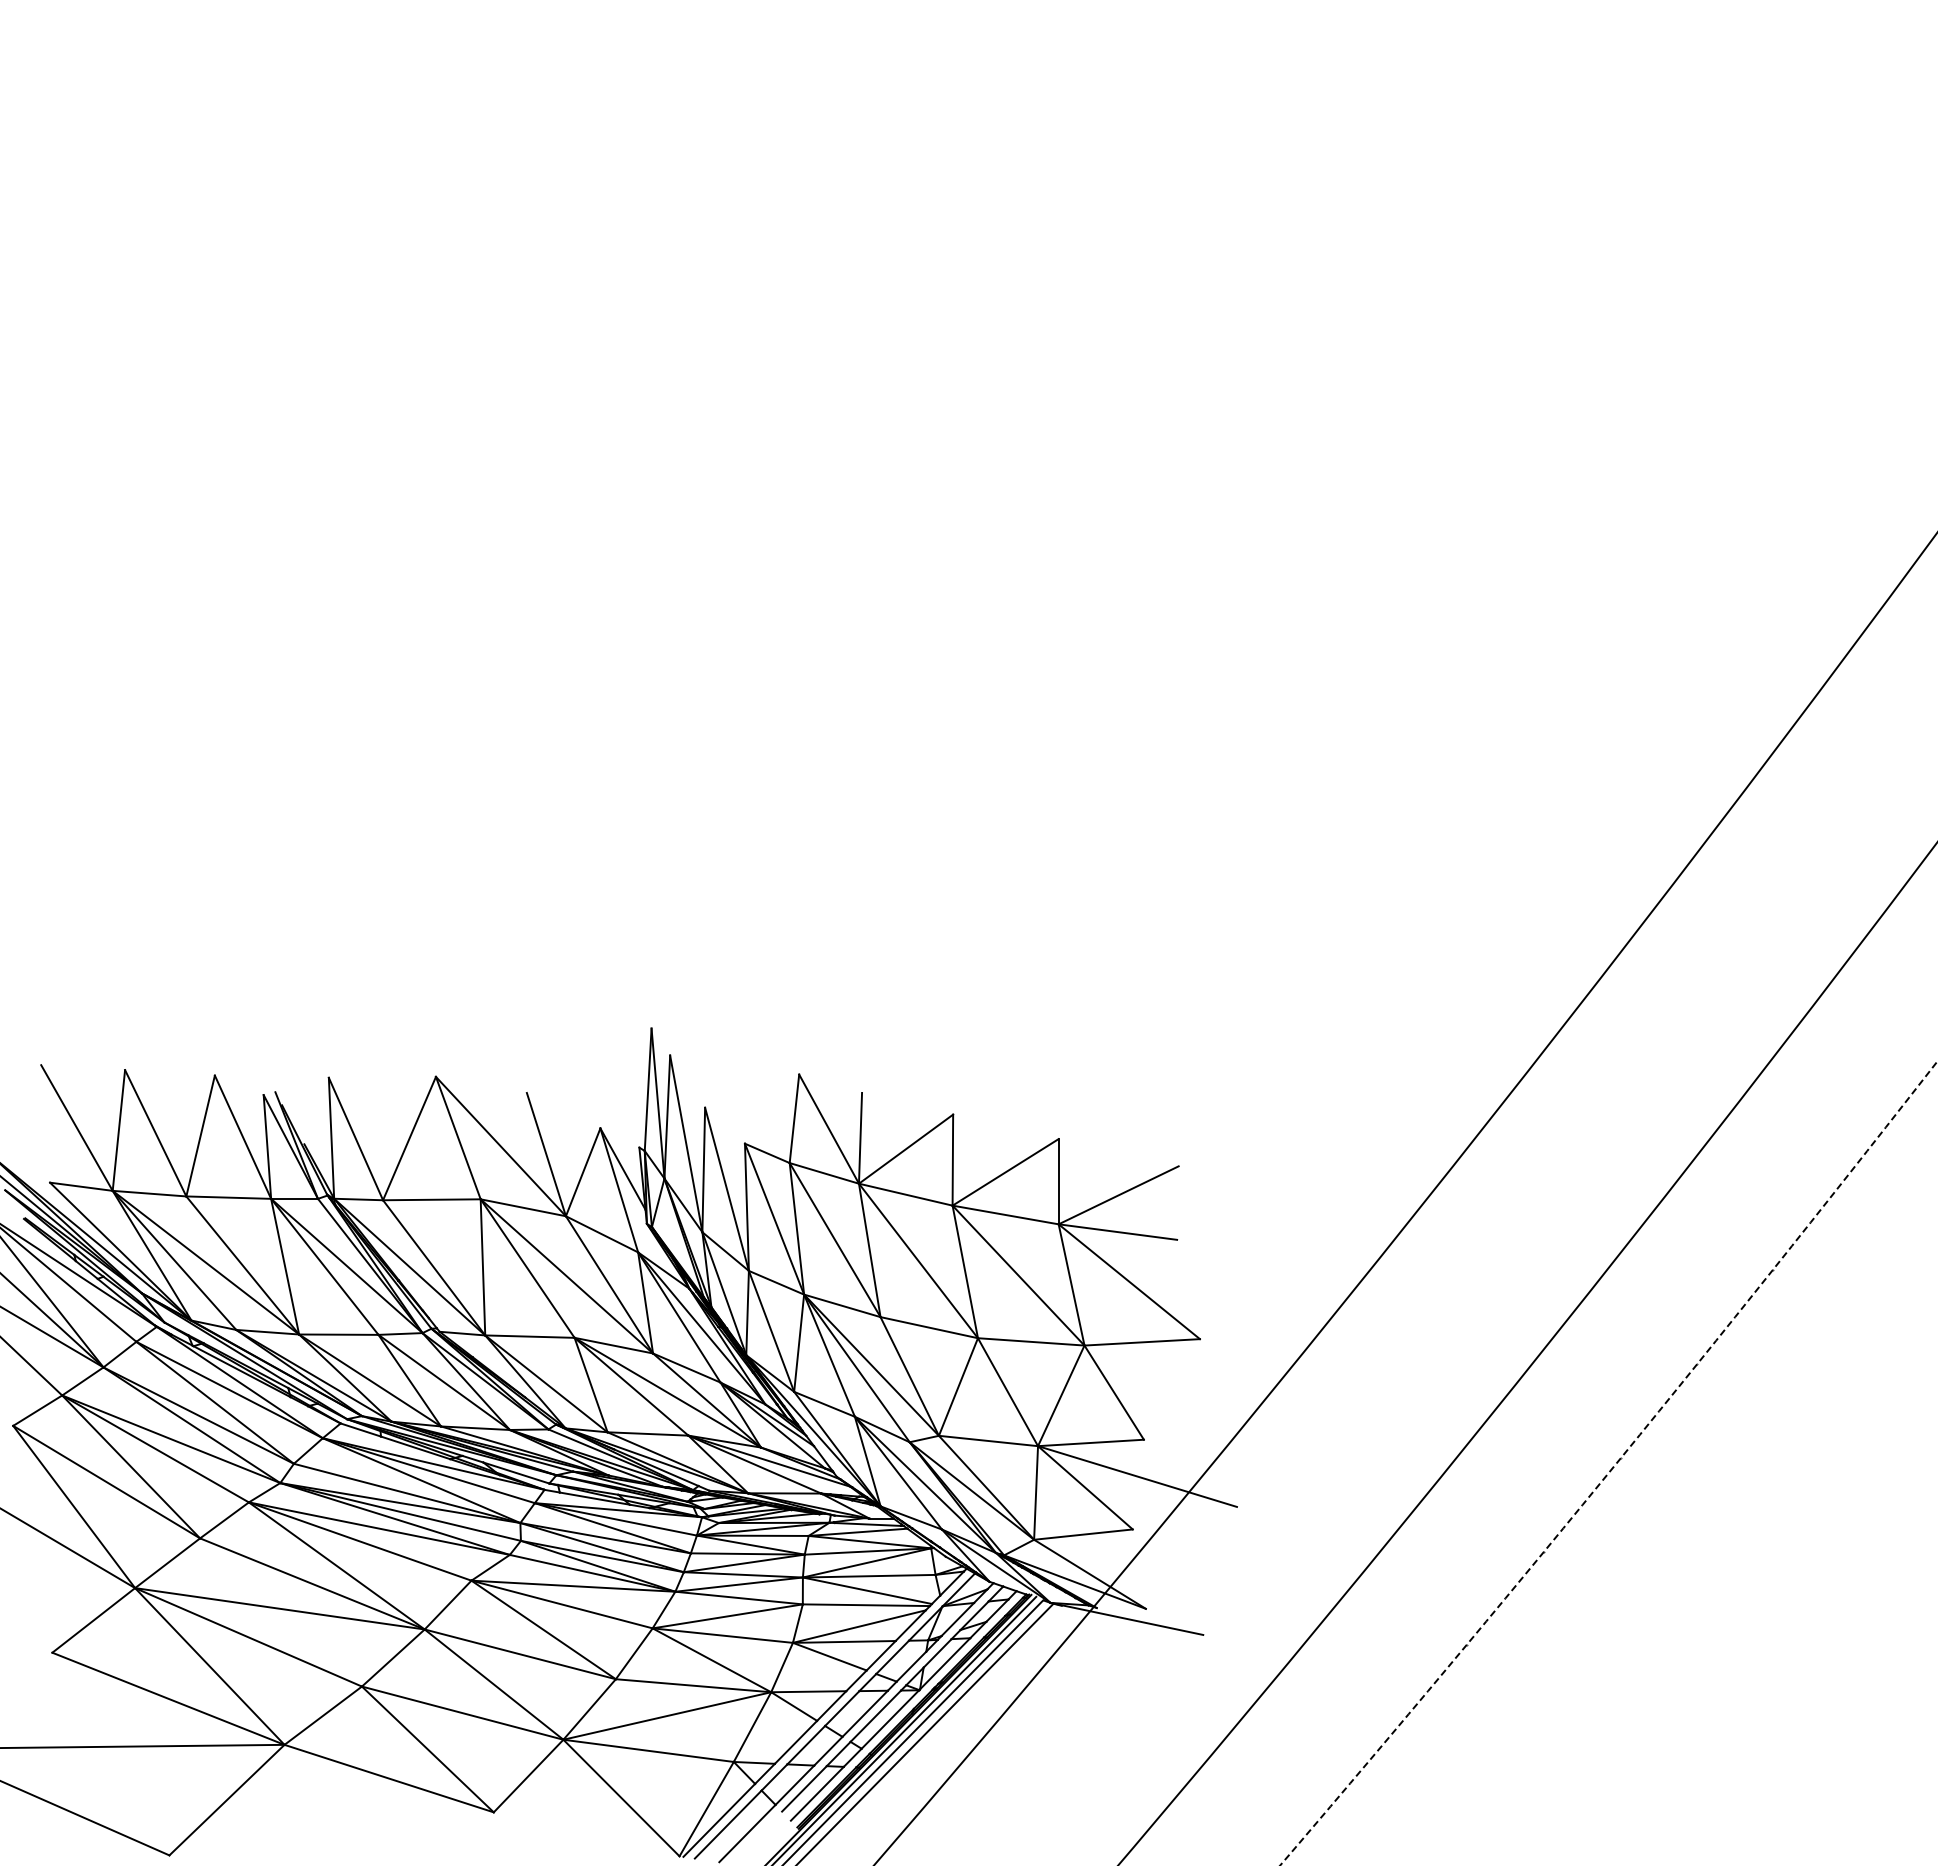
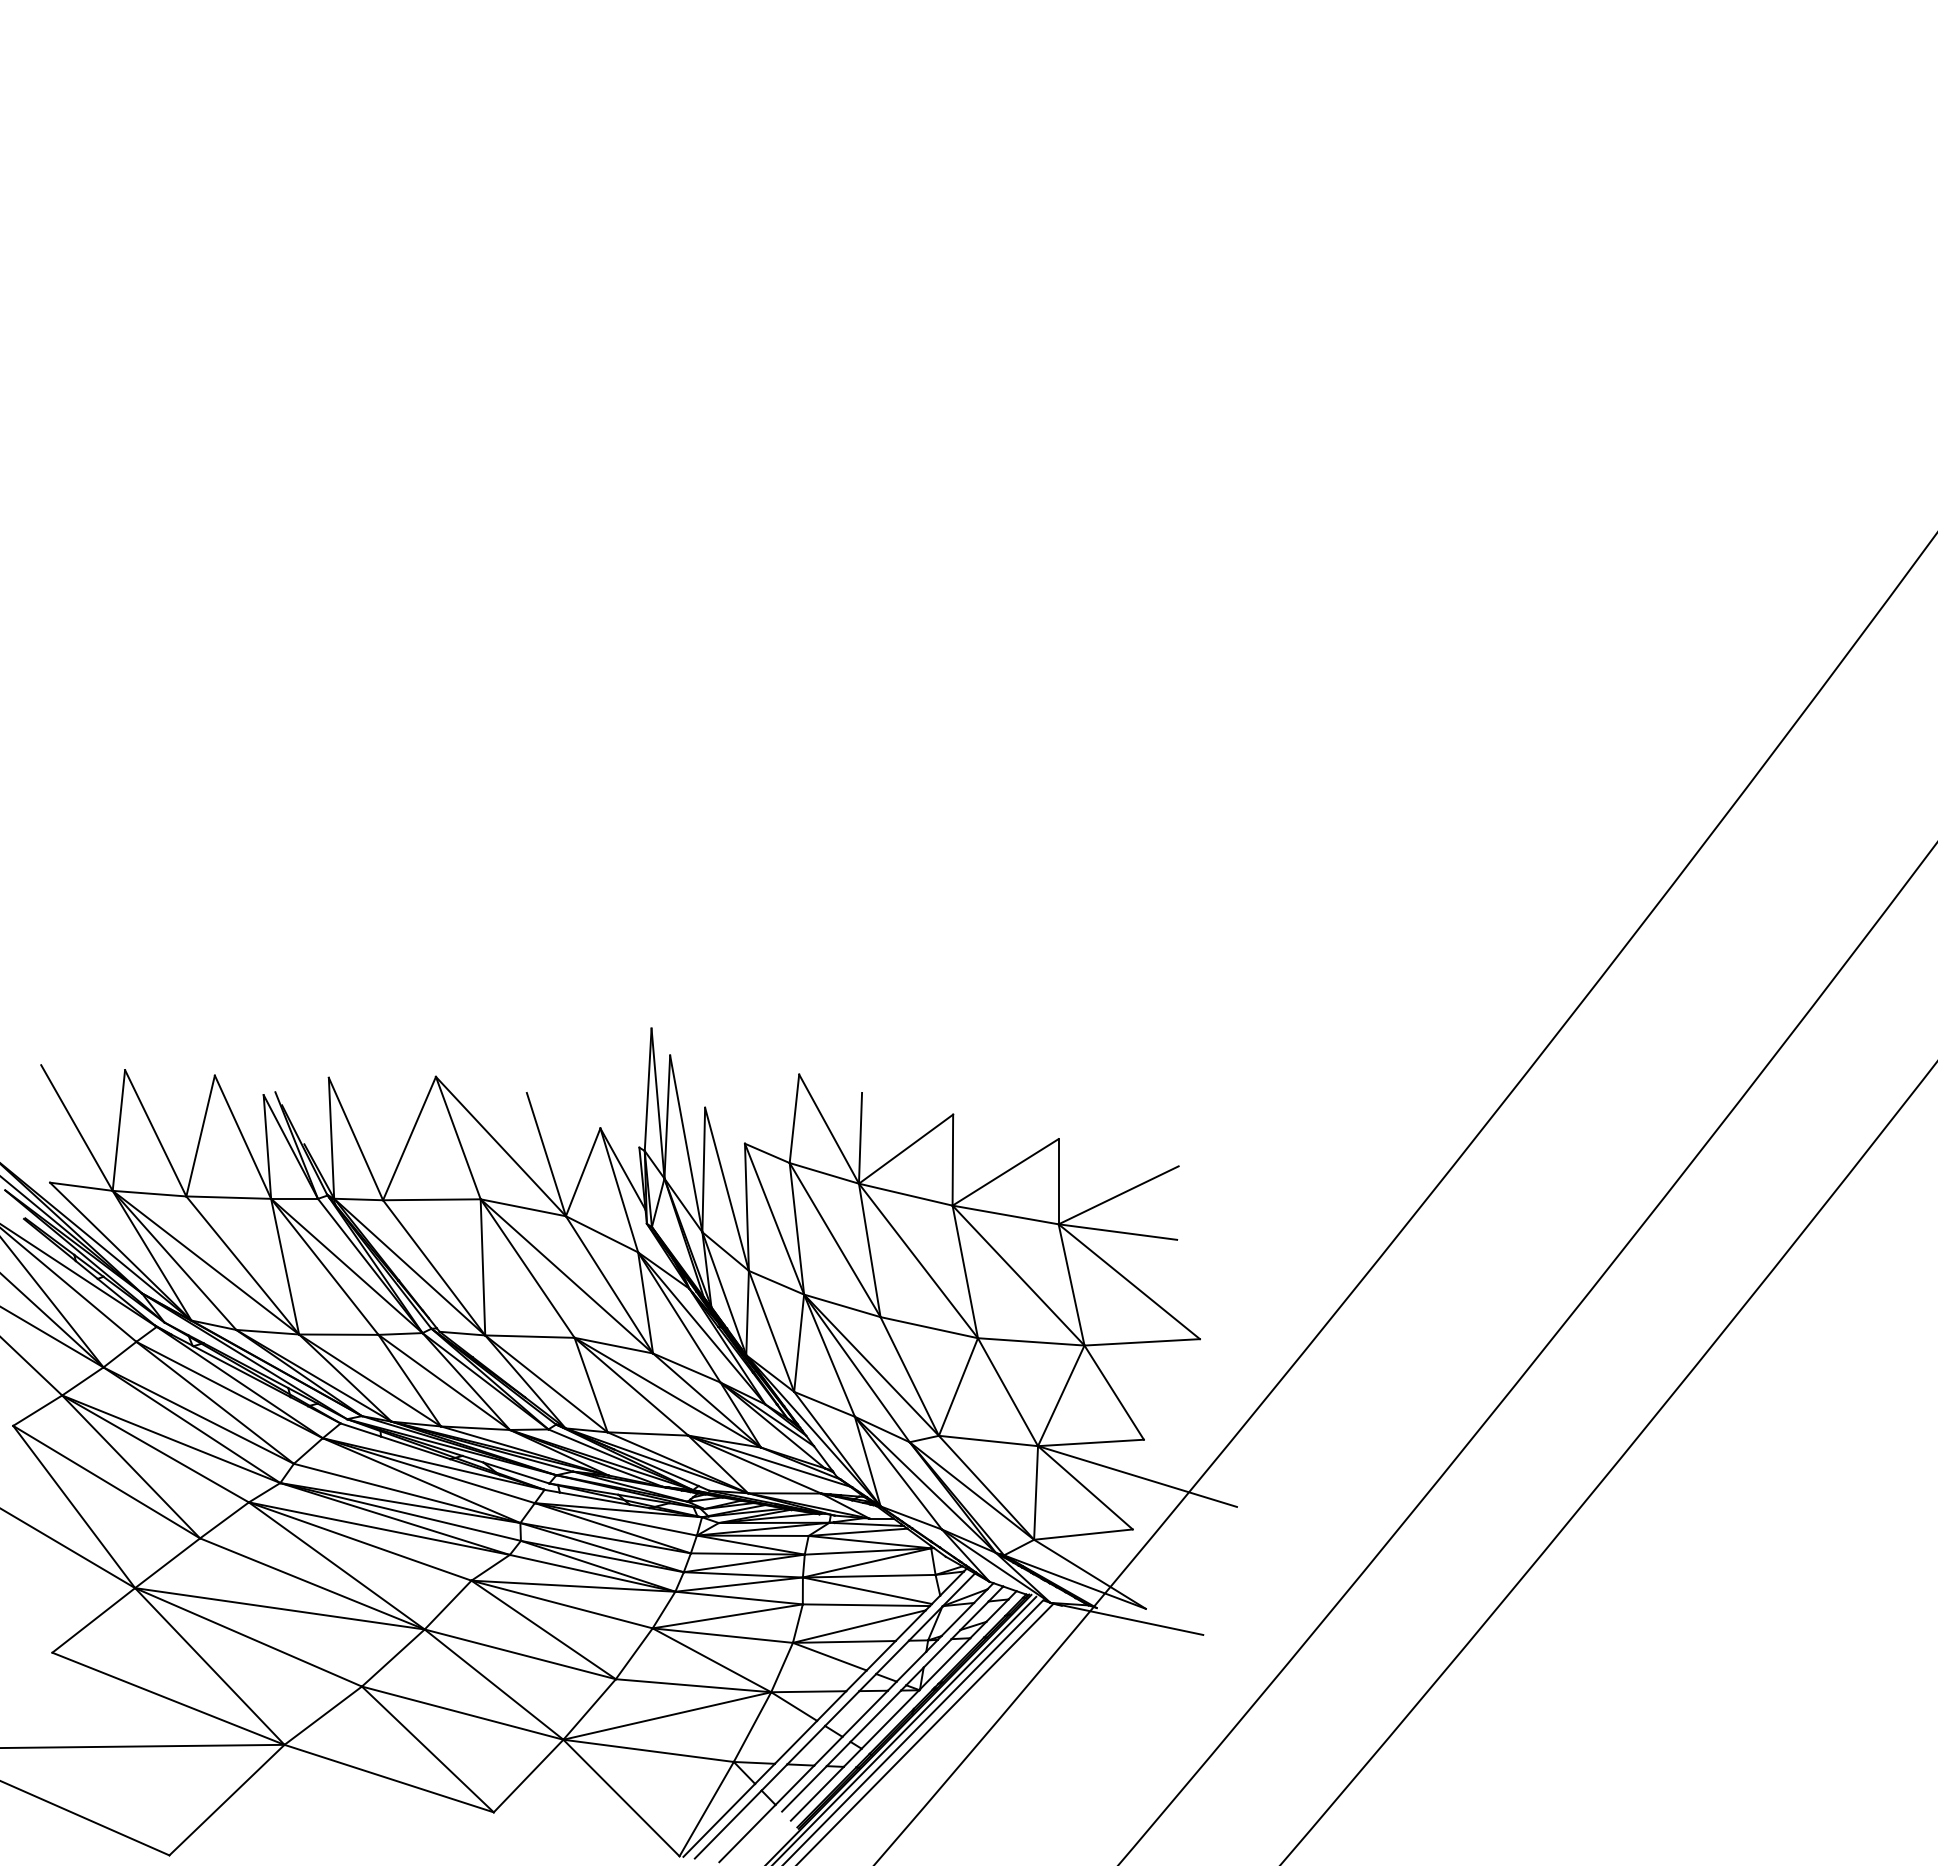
arc at (1614, 1465): dashed -> solid
